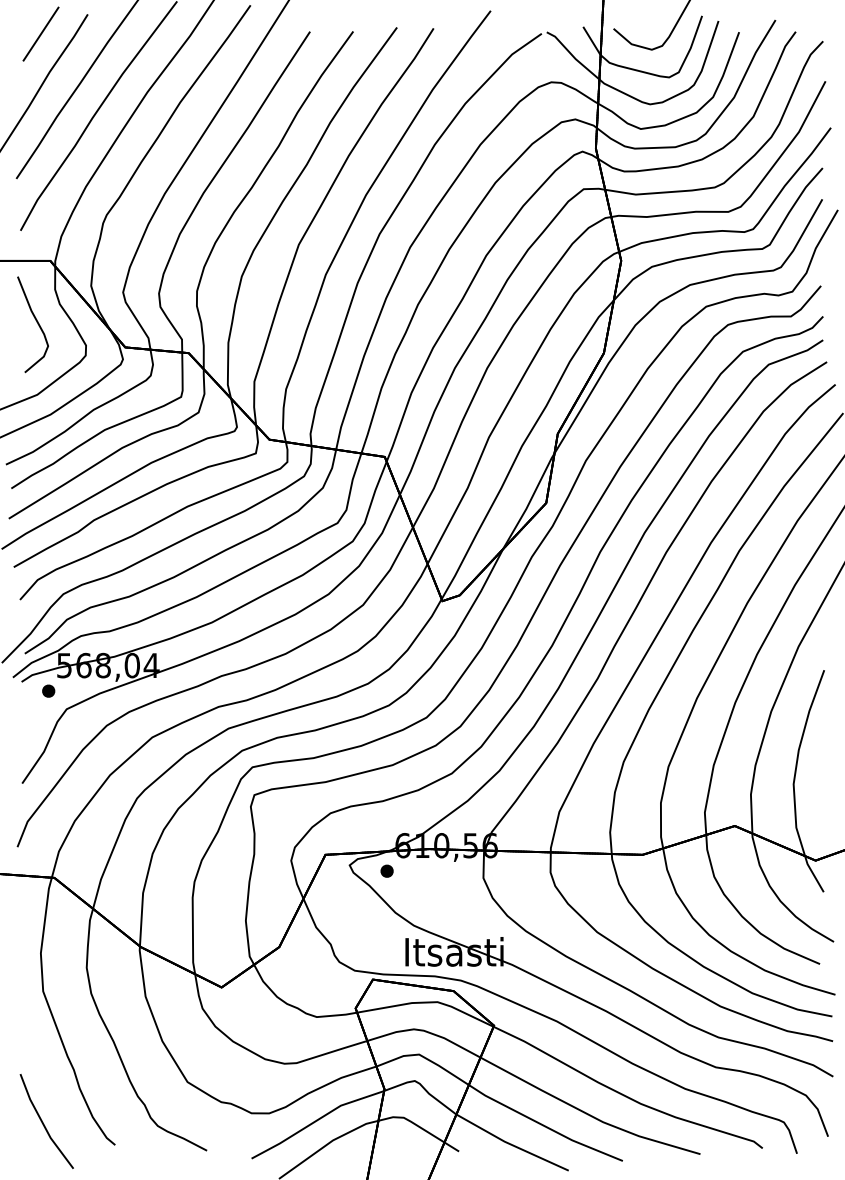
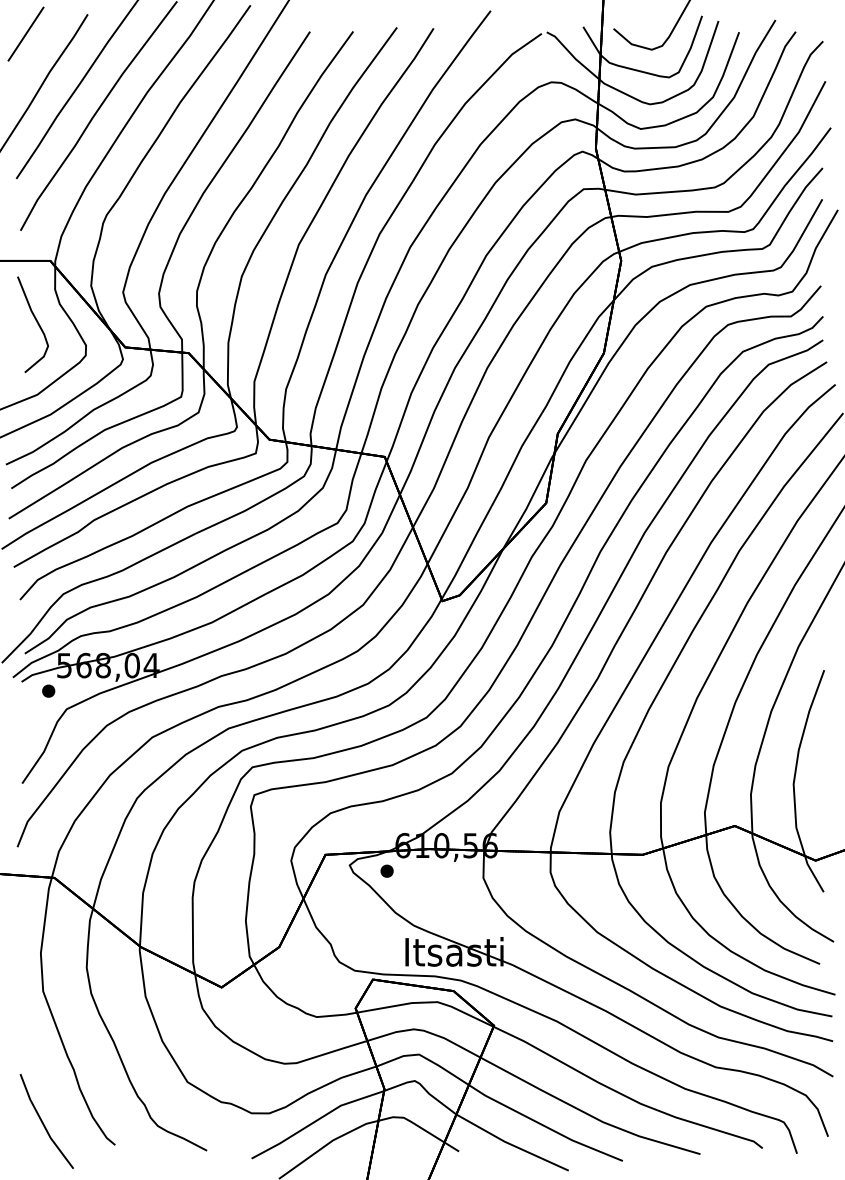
line at (40, 33) position: (40, 33) -> (25, 33)
